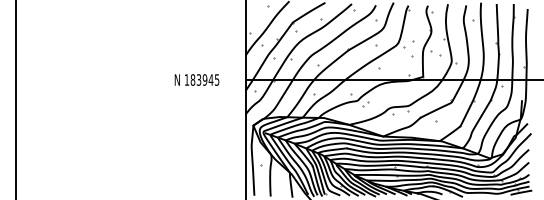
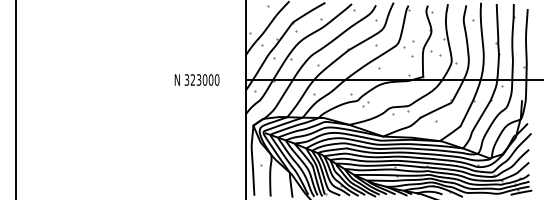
text at (201, 79): 183945 -> 323000
